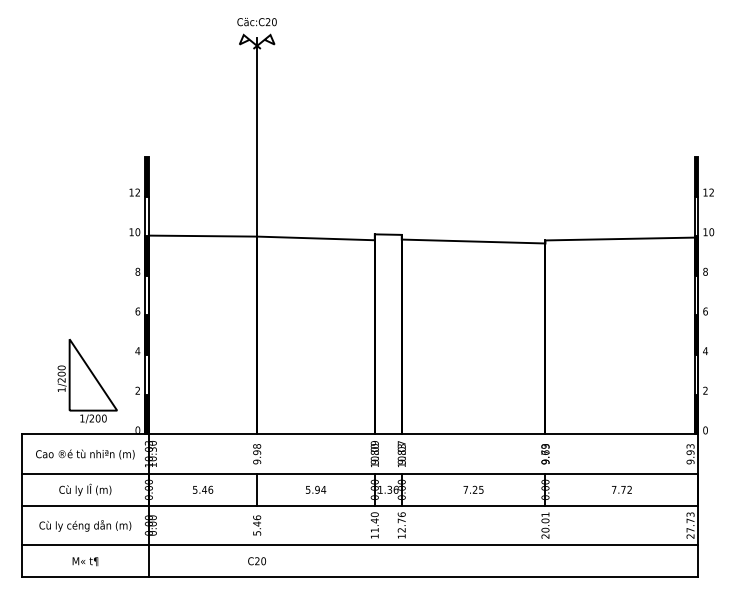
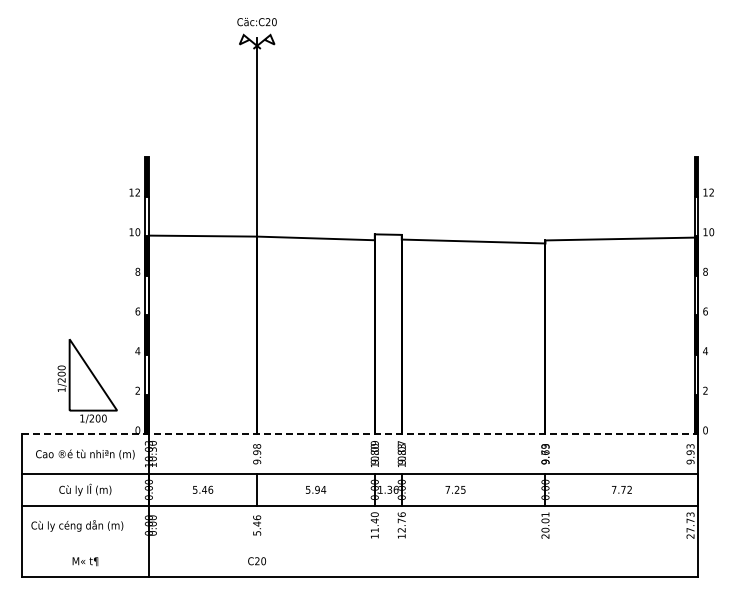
line at (360, 434): solid -> dashed
text at (473, 489) position: (473, 489) -> (455, 489)
text at (85, 525) position: (85, 525) -> (77, 525)
line at (360, 545): present -> none
